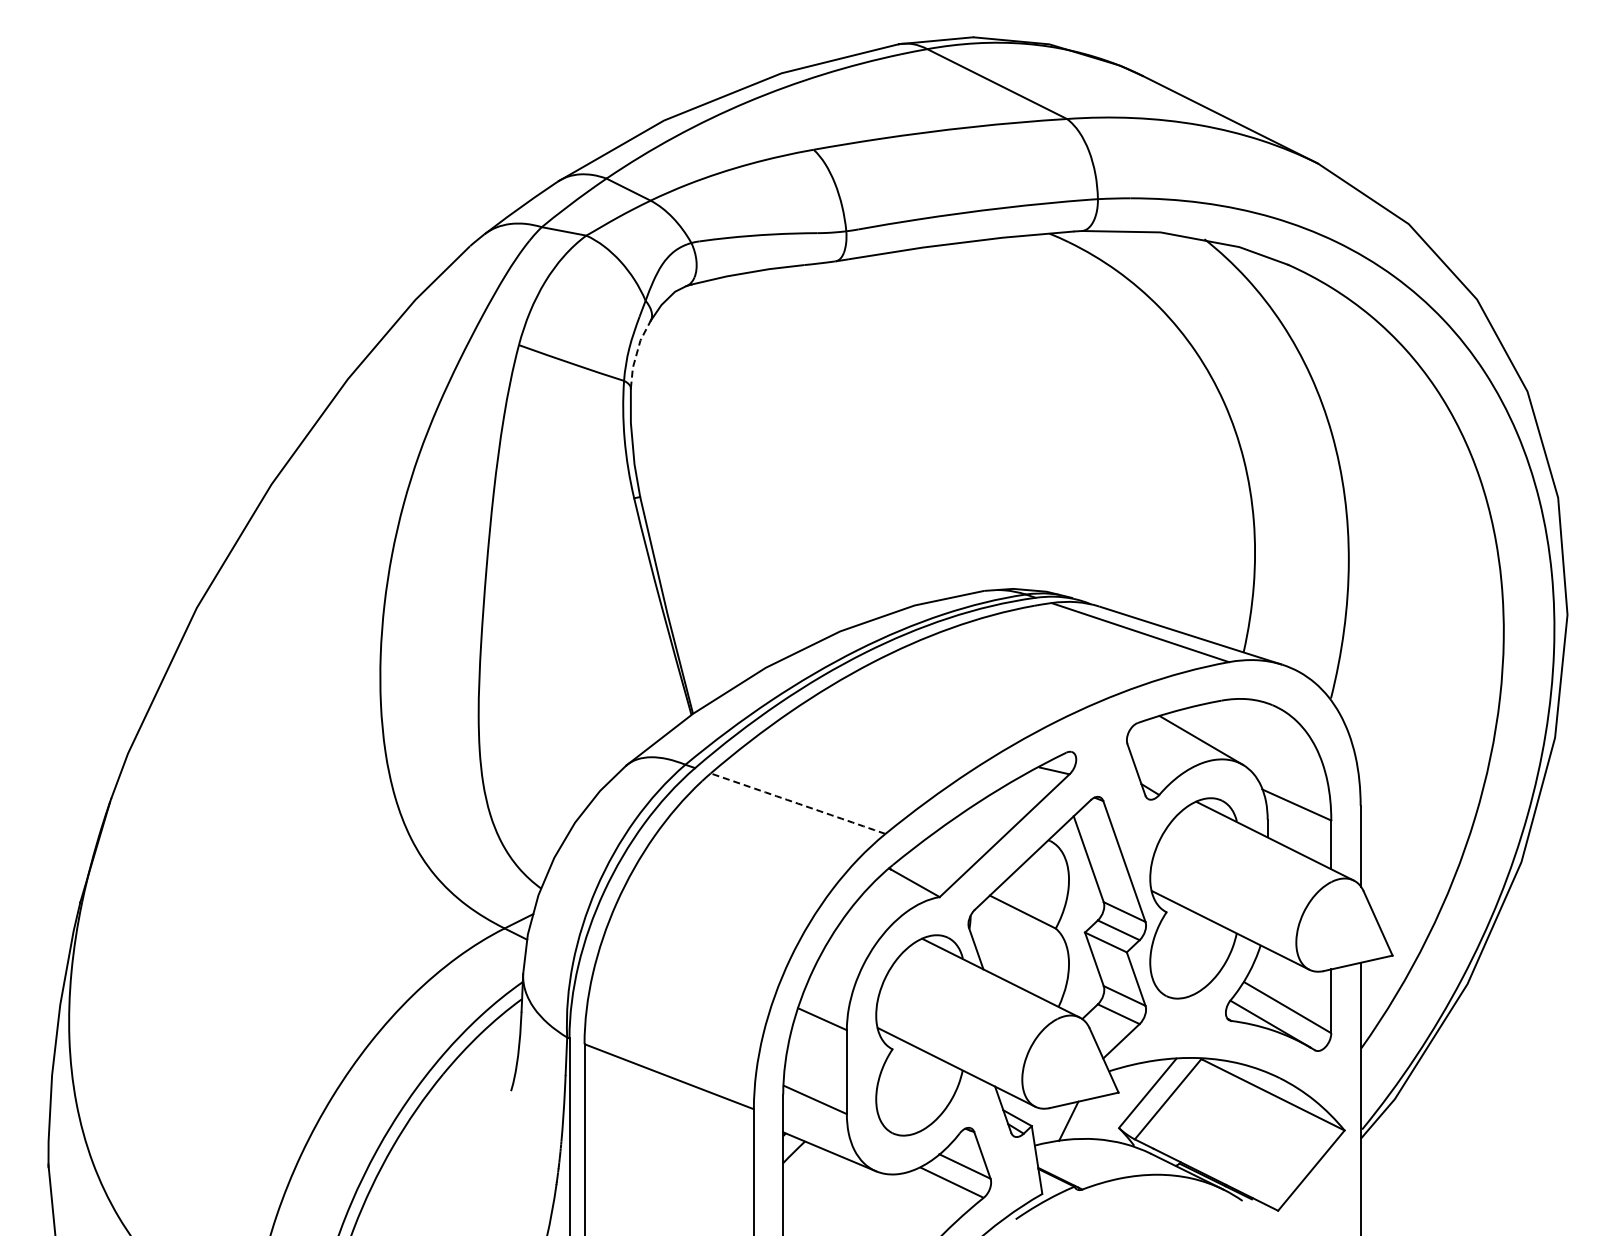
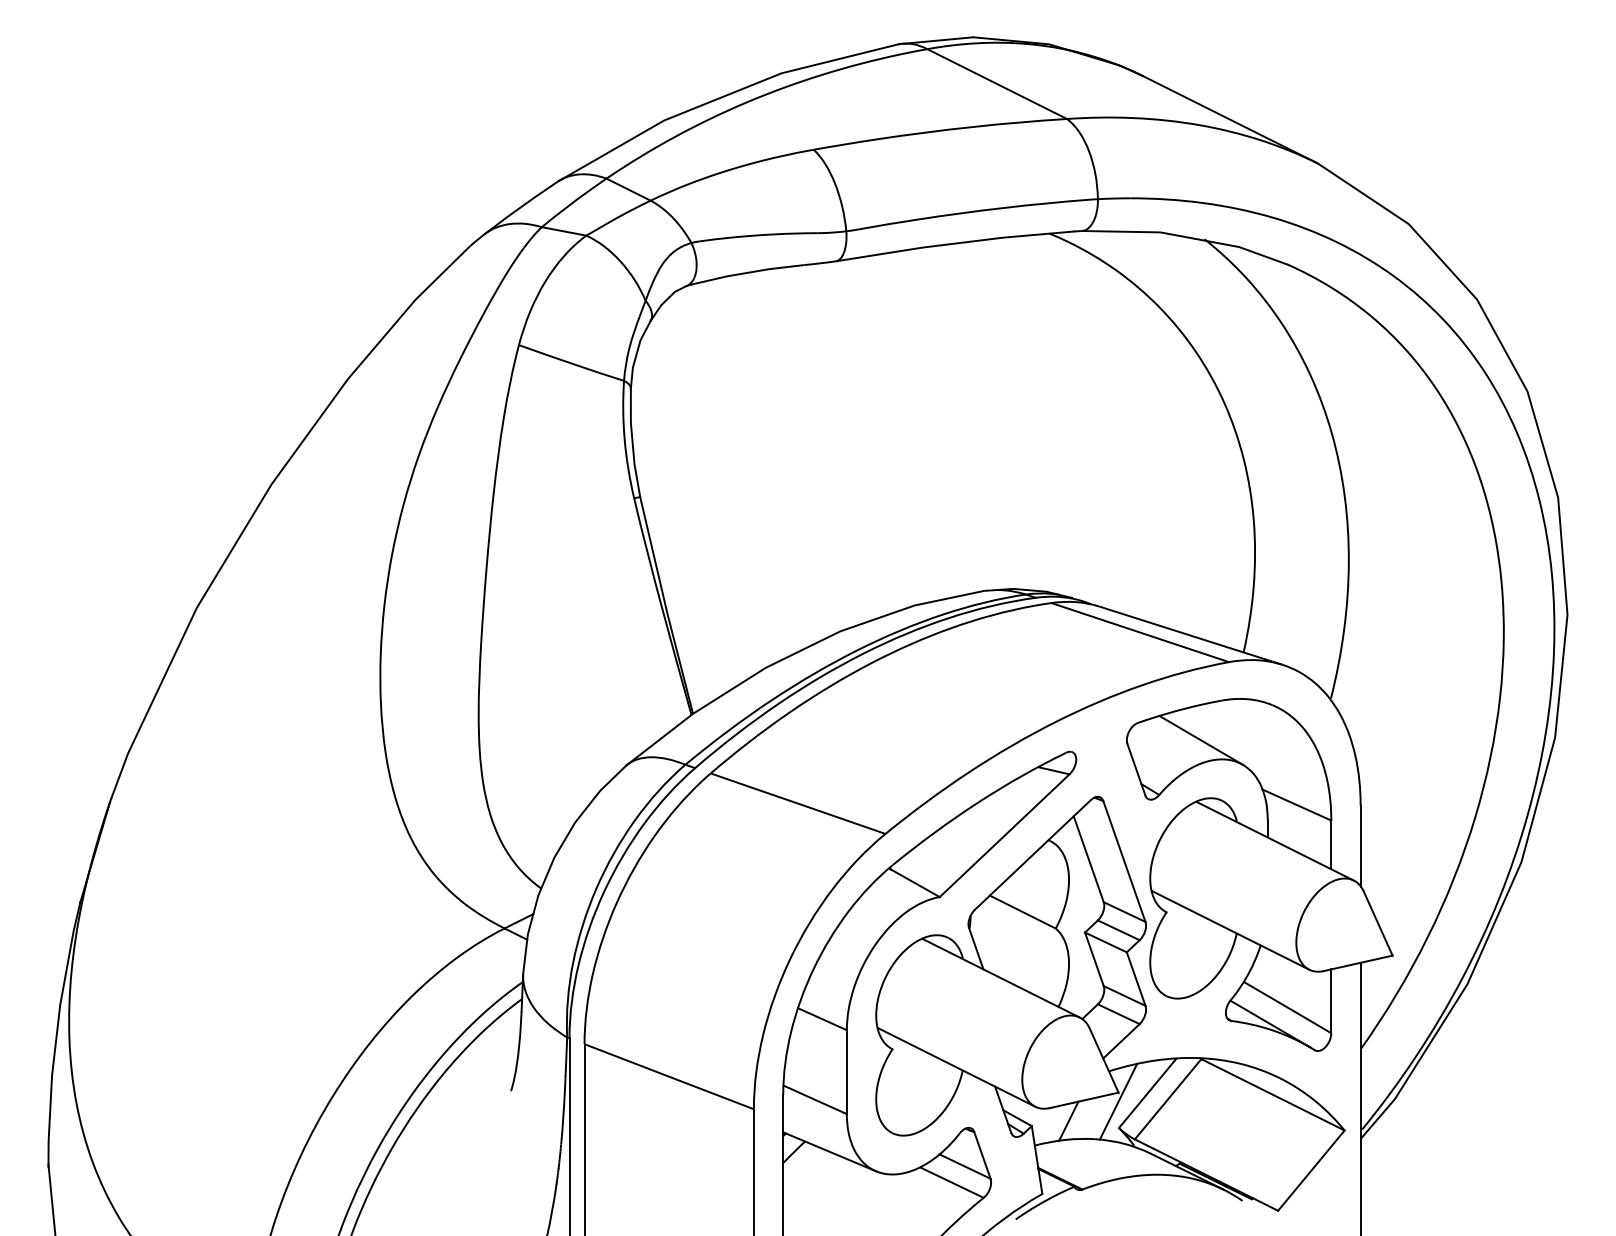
line at (637, 352): dashed -> solid
arc at (798, 803): dashed -> solid
line at (1117, 1101): none -> present
